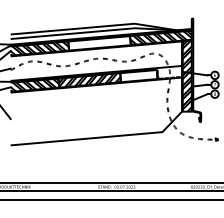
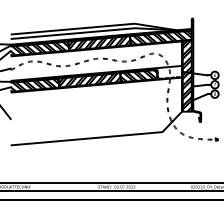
hatch at (99, 43): none -> present
hatch at (138, 75): none -> present
